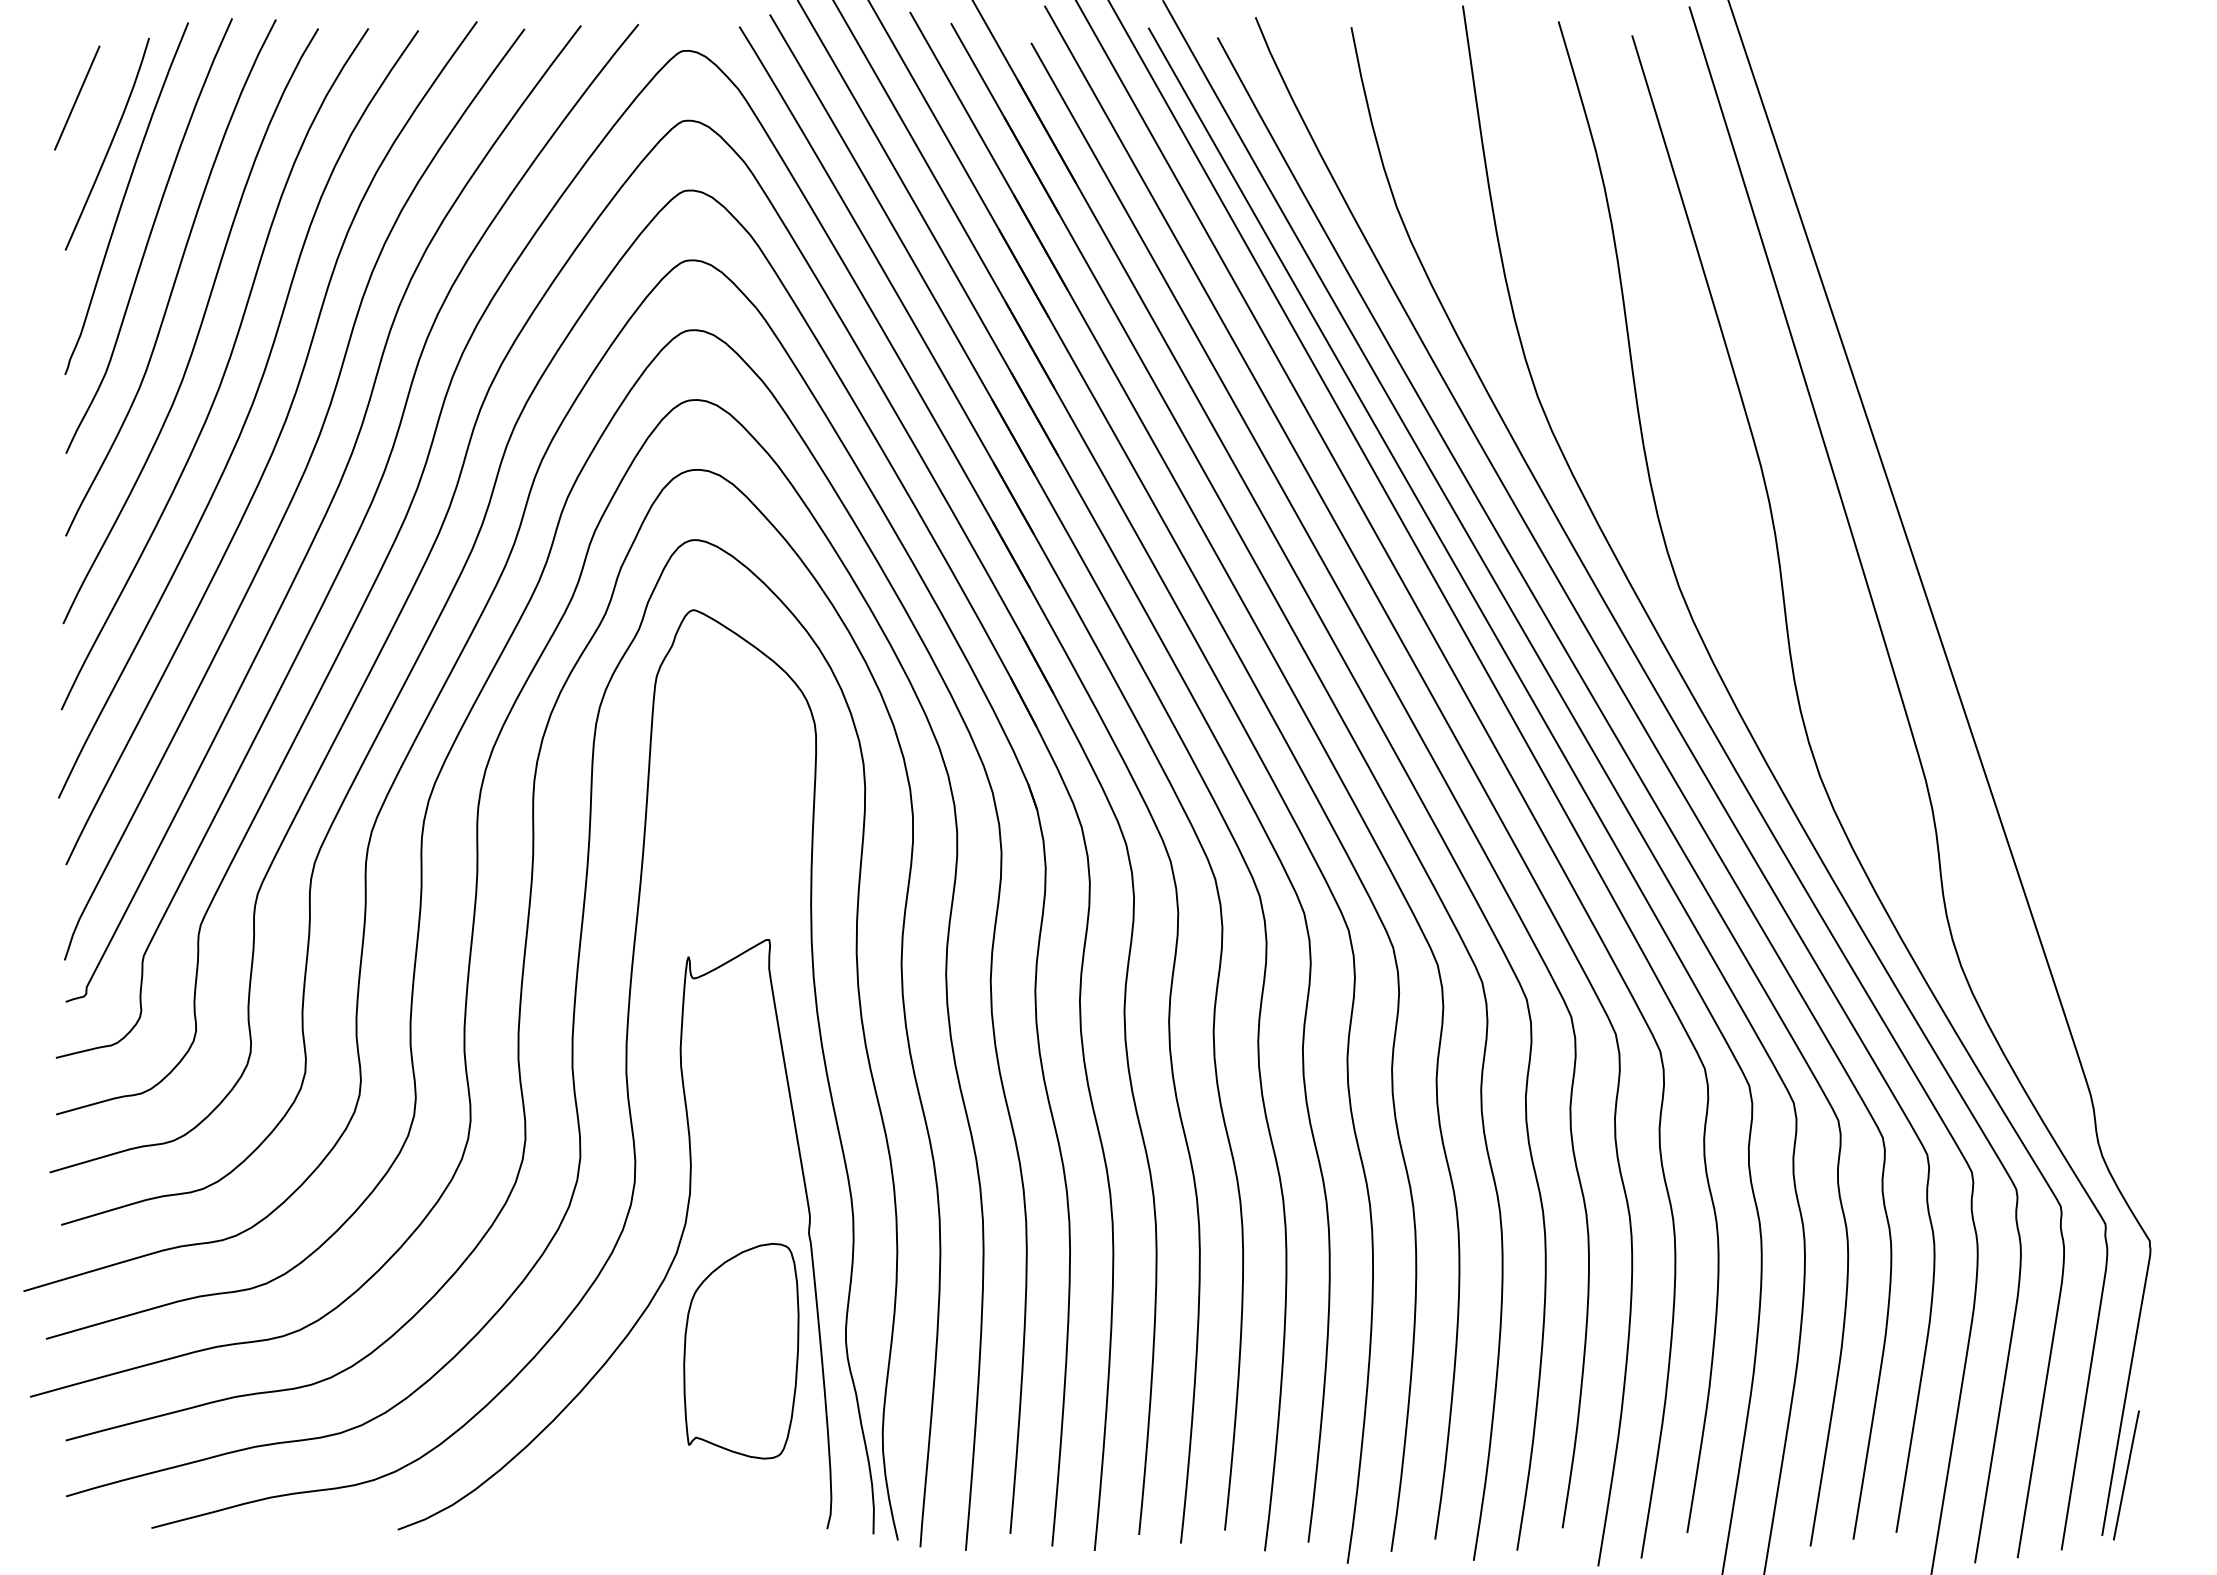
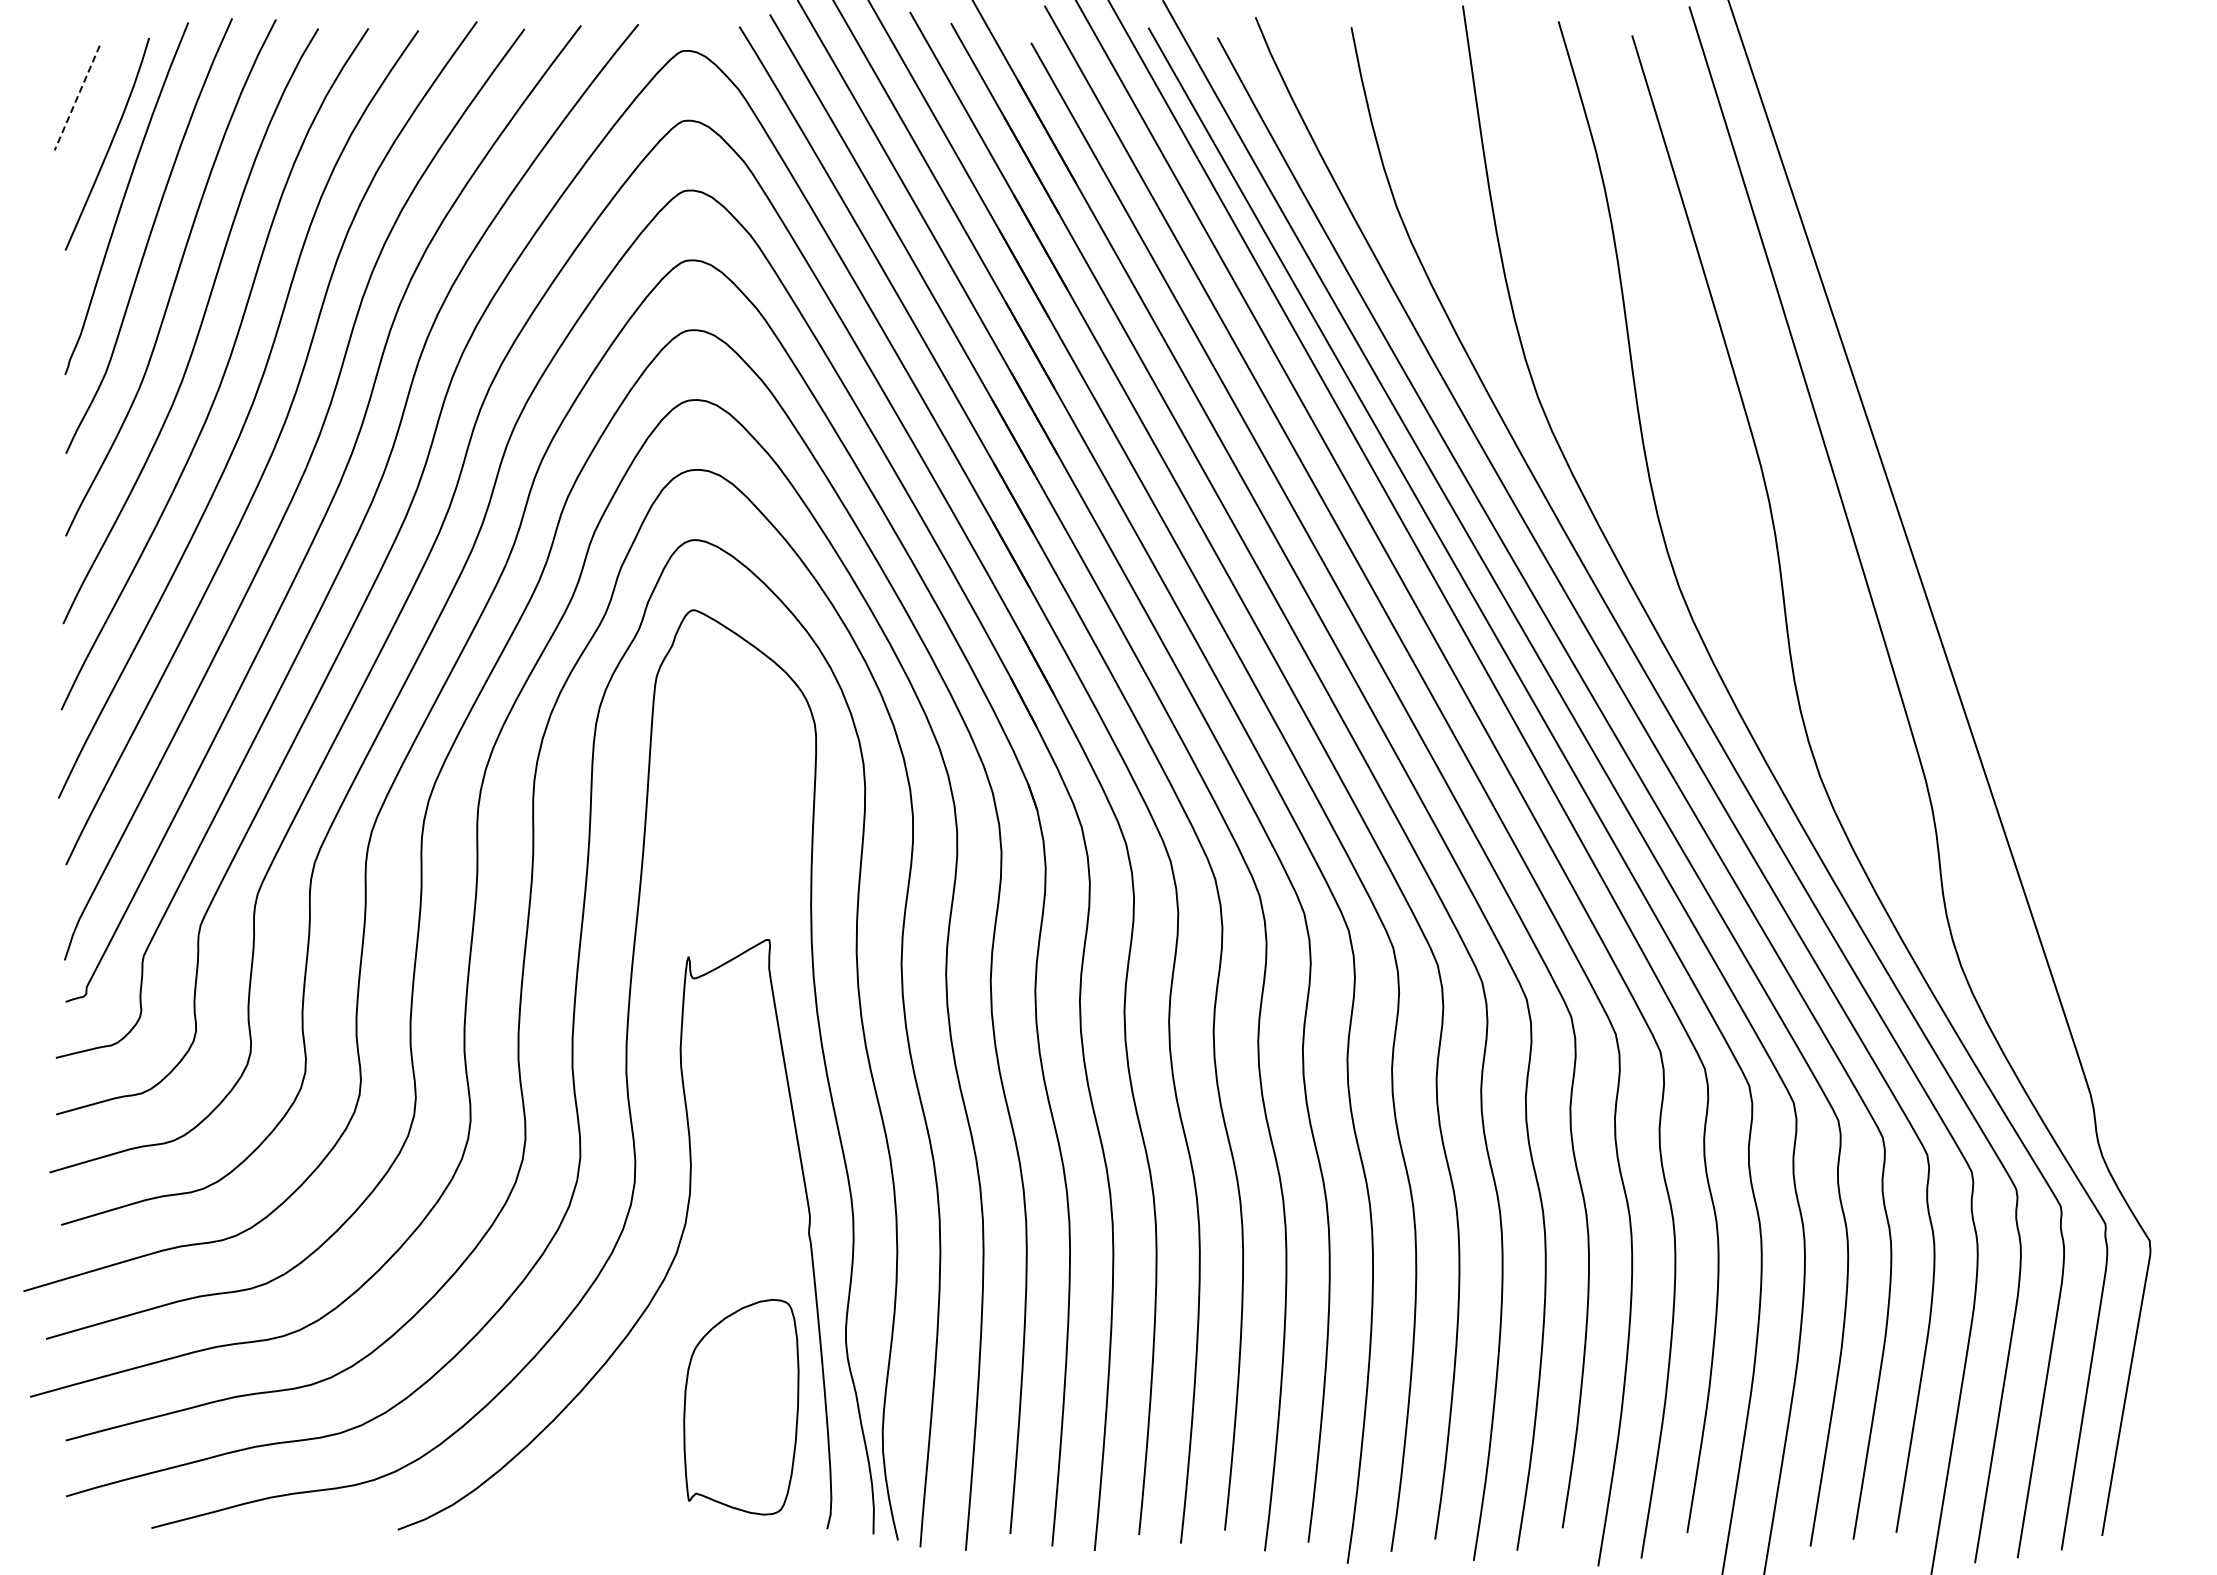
line at (77, 98): solid -> dashed
part at (741, 1351) position: (741, 1351) -> (741, 1407)
line at (2126, 1475): present -> none
